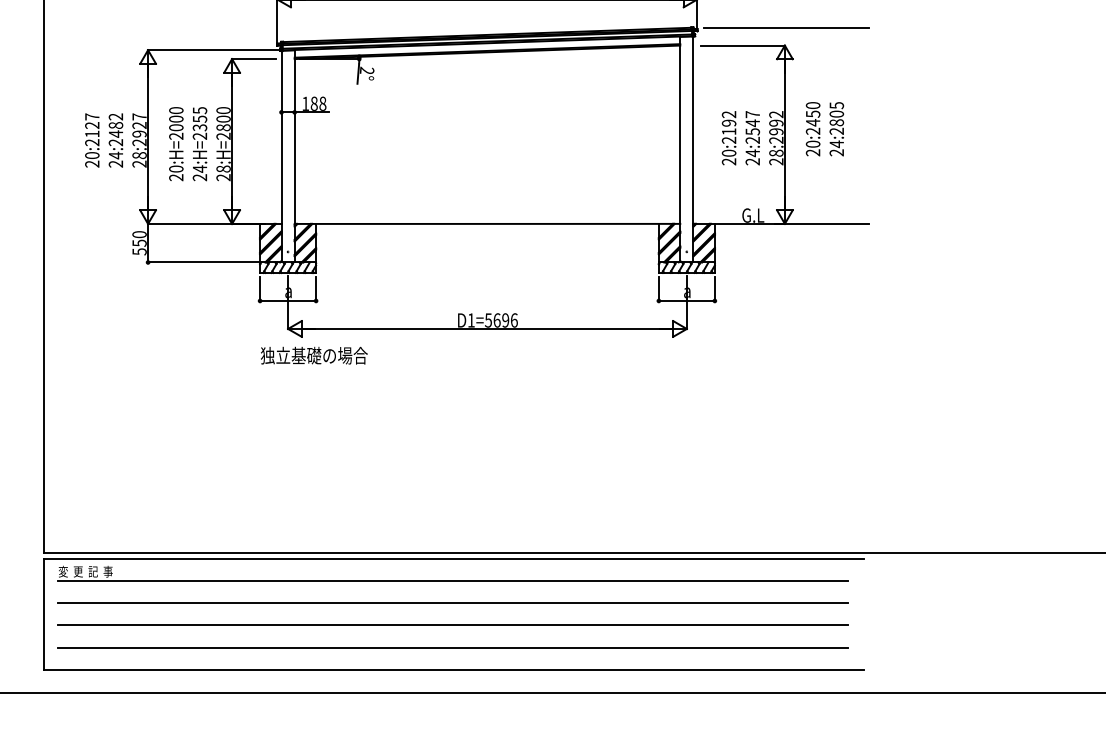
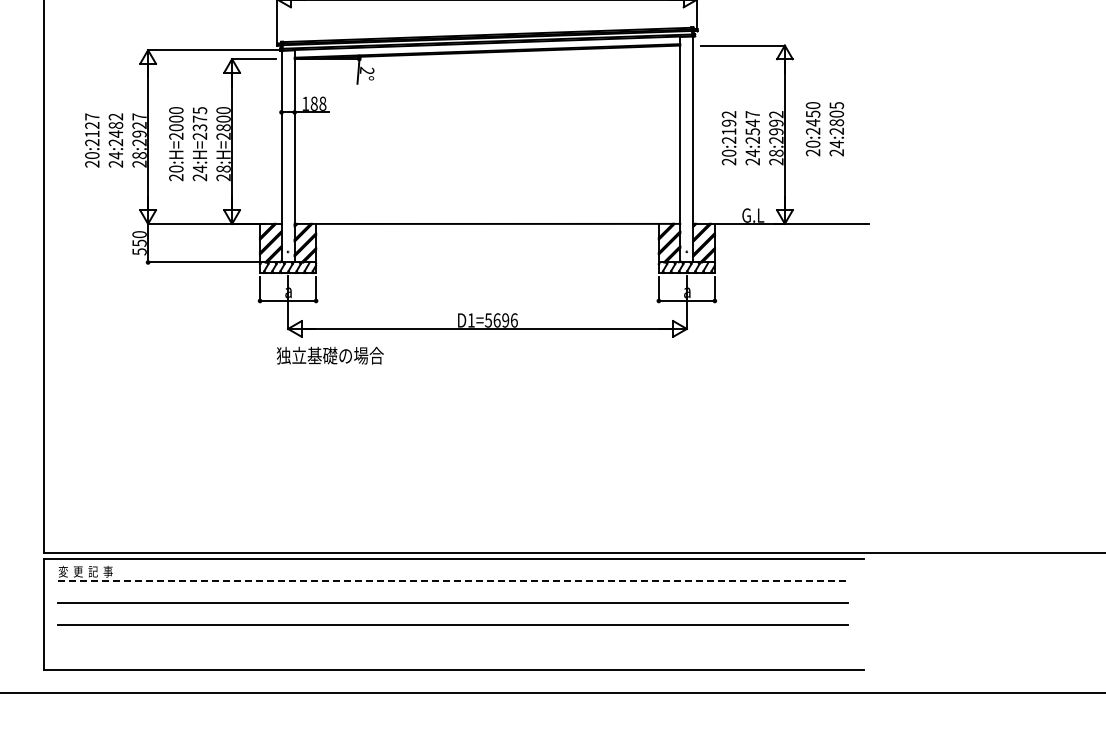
line at (786, 27): present -> none
text at (200, 118): 24:H=2355 -> 24:H=2375
text at (314, 355) position: (314, 355) -> (330, 355)
line at (452, 581): solid -> dashed
line at (452, 647): present -> none
